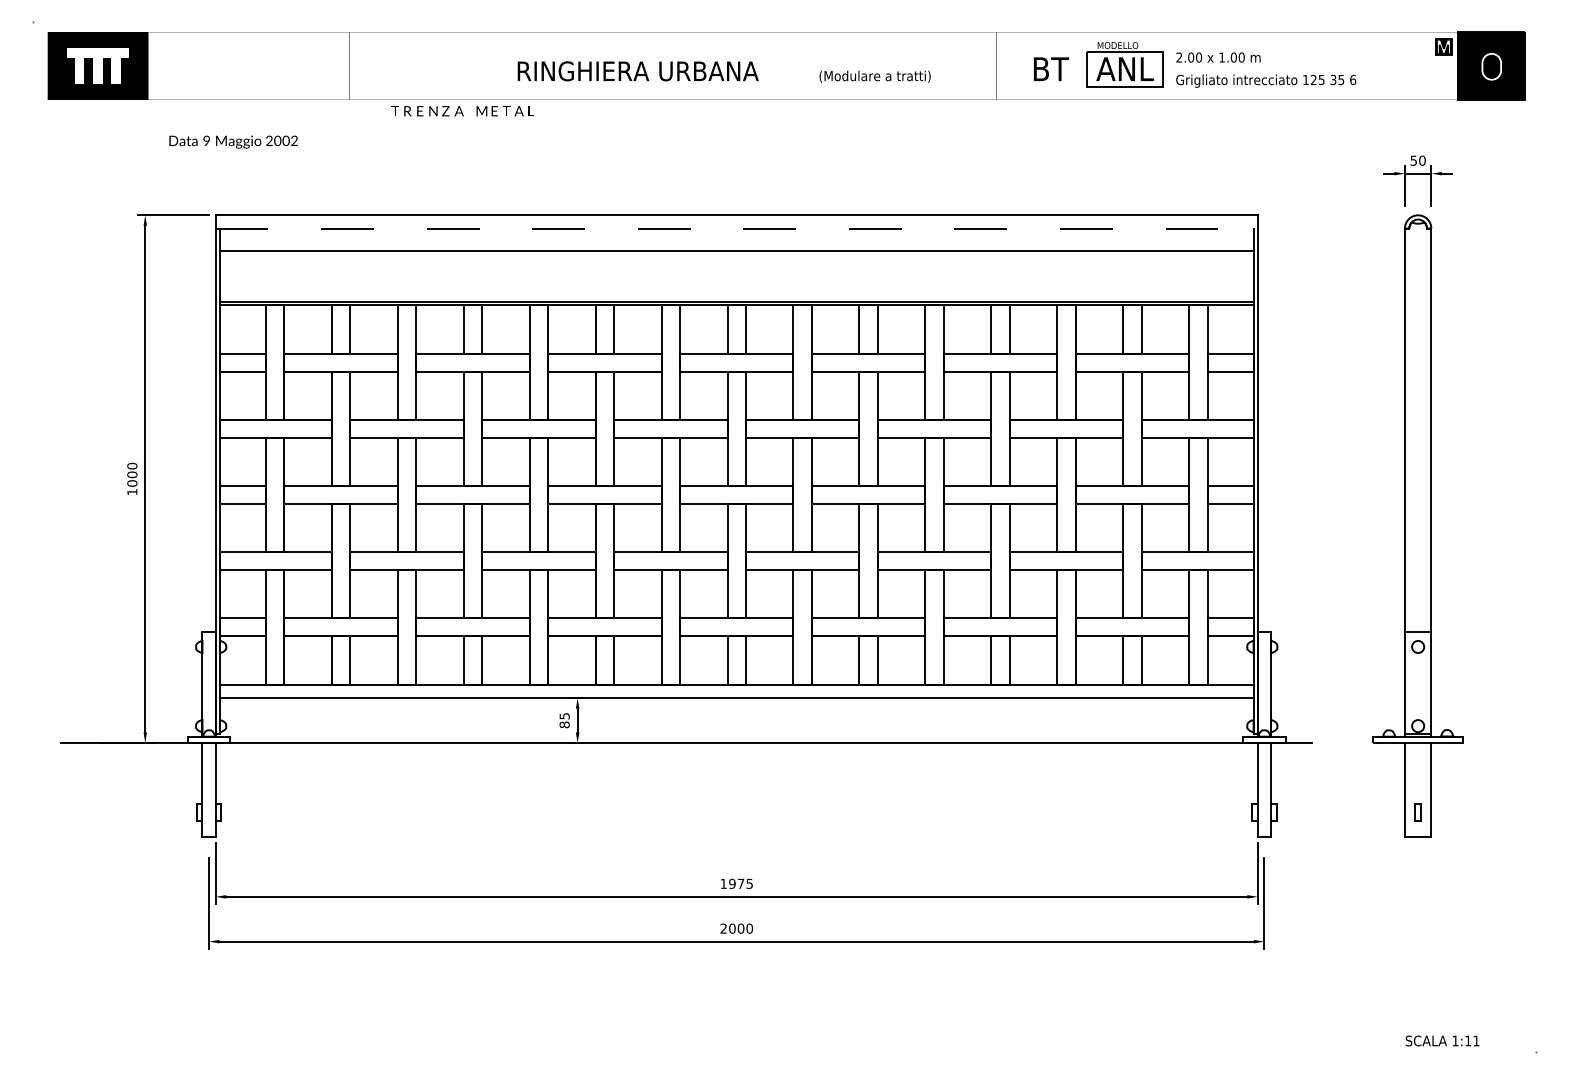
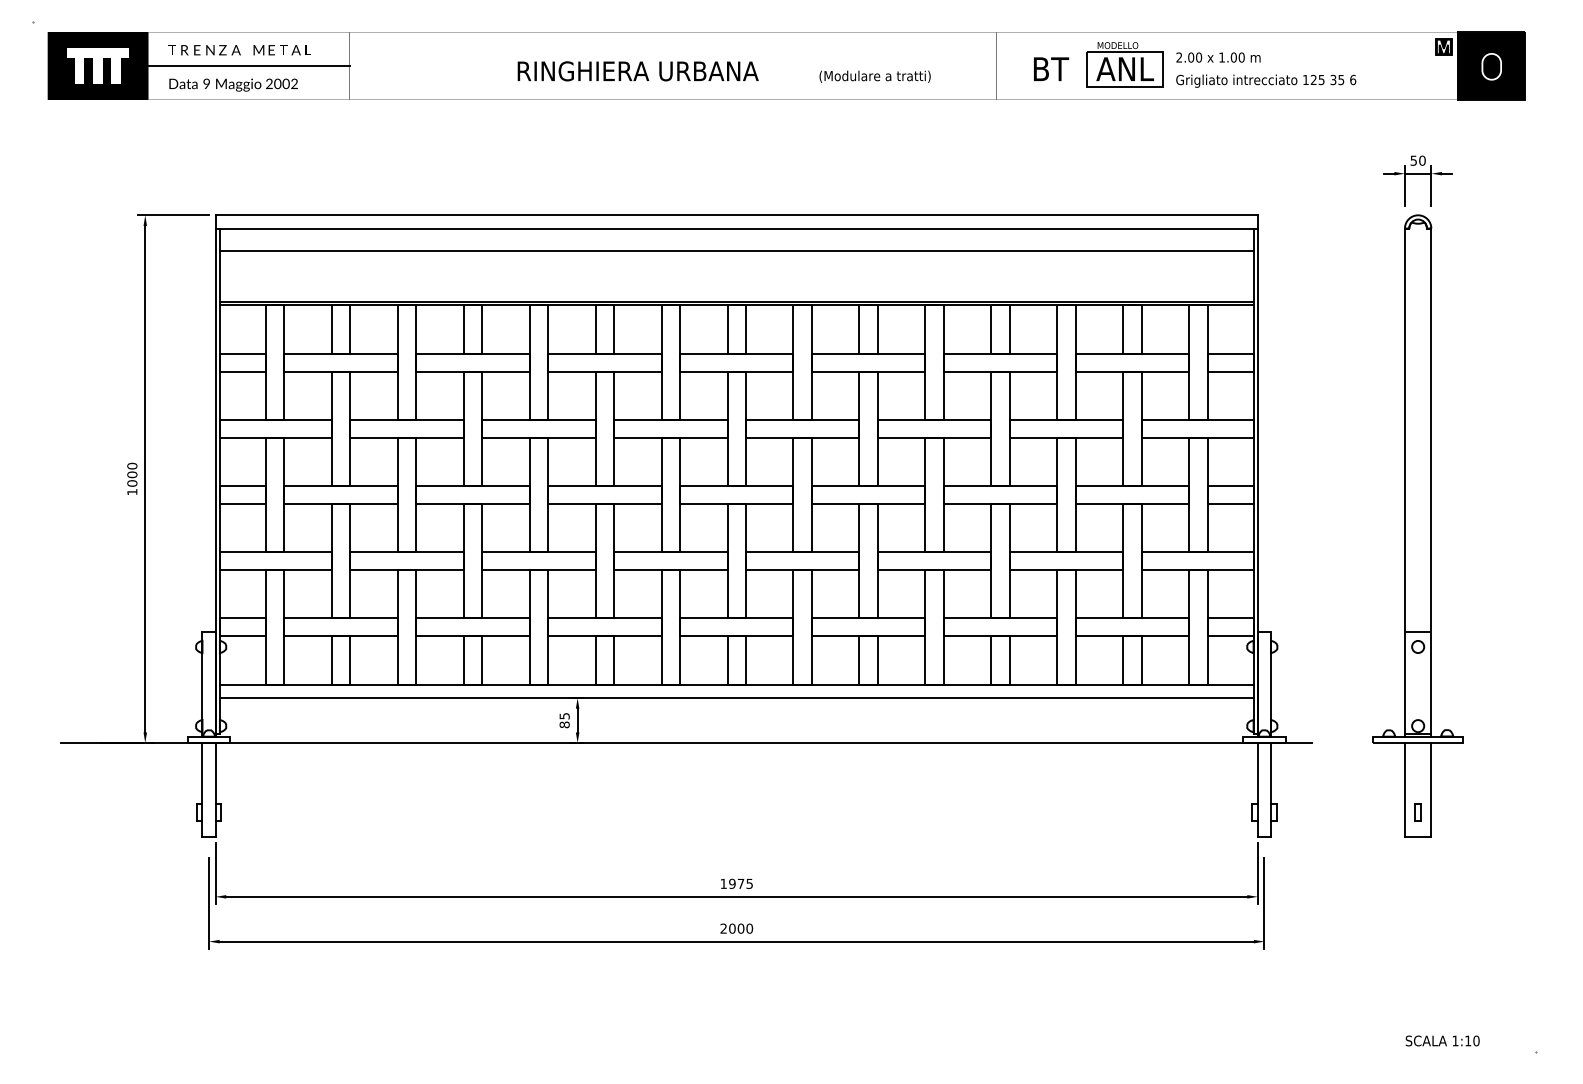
line at (248, 66): none -> present
text at (462, 111) position: (462, 111) -> (239, 50)
text at (233, 141) position: (233, 141) -> (233, 84)
line at (737, 228): dashed -> solid
text at (1476, 1040): 1:11 -> 1:10
